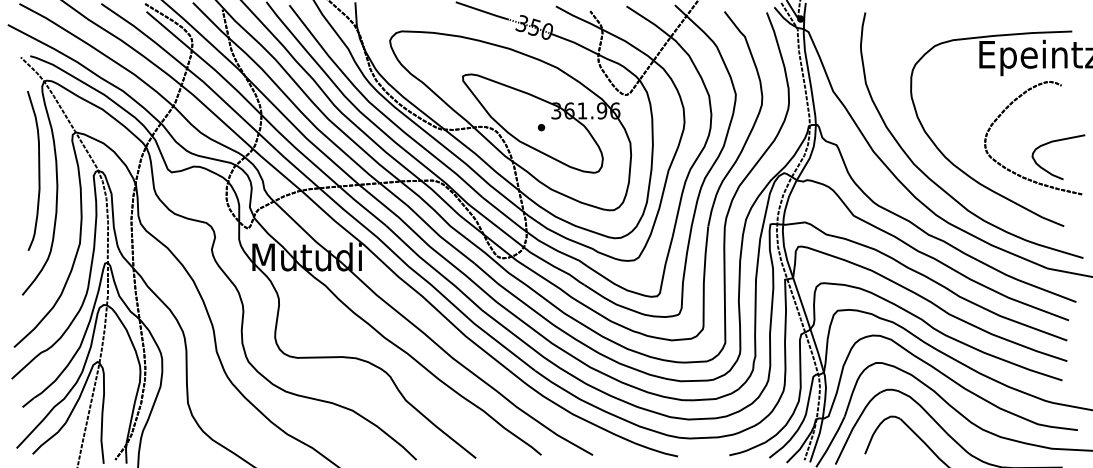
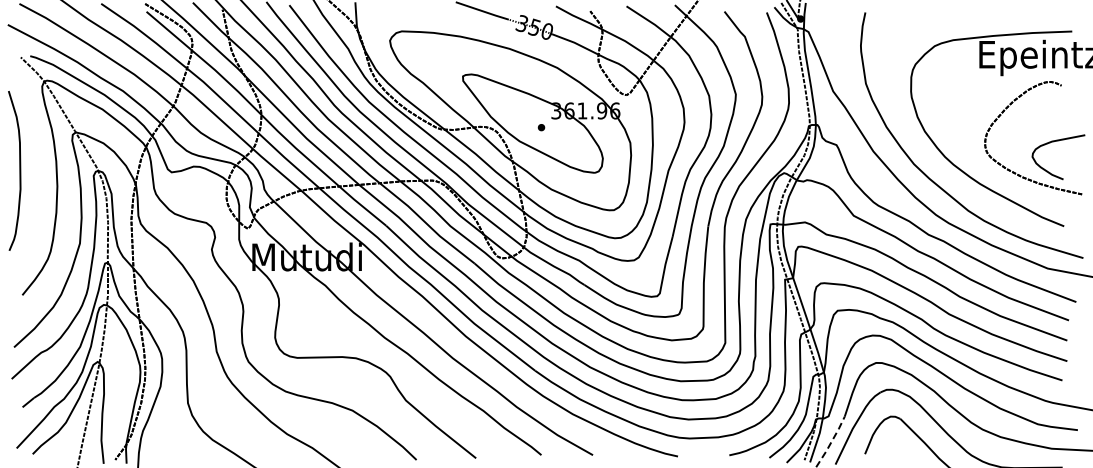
curve at (38, 170) position: (38, 170) -> (19, 170)
line at (831, 442): solid -> dashed
